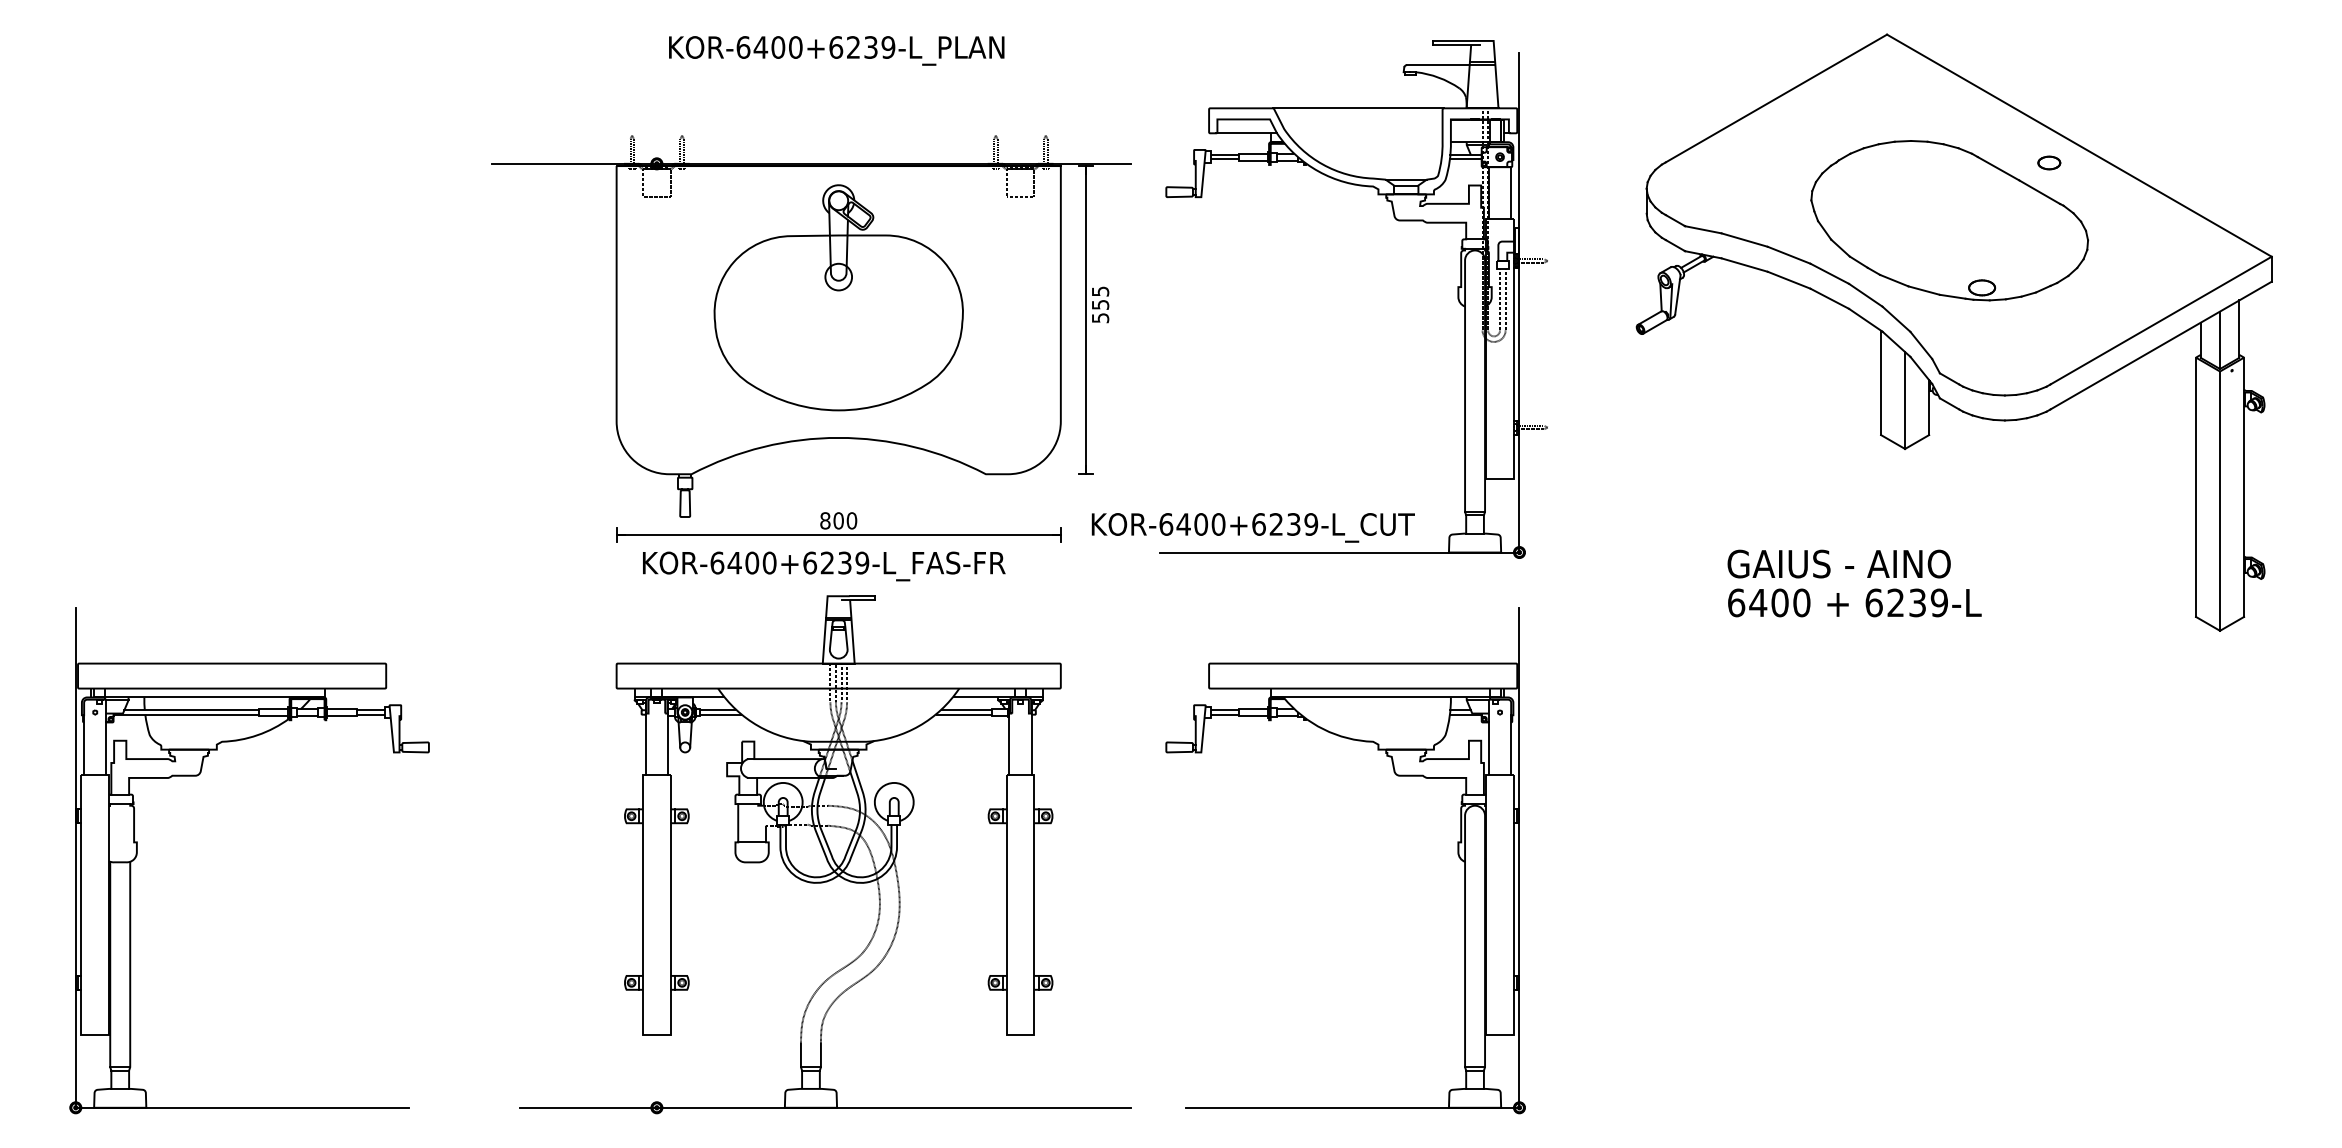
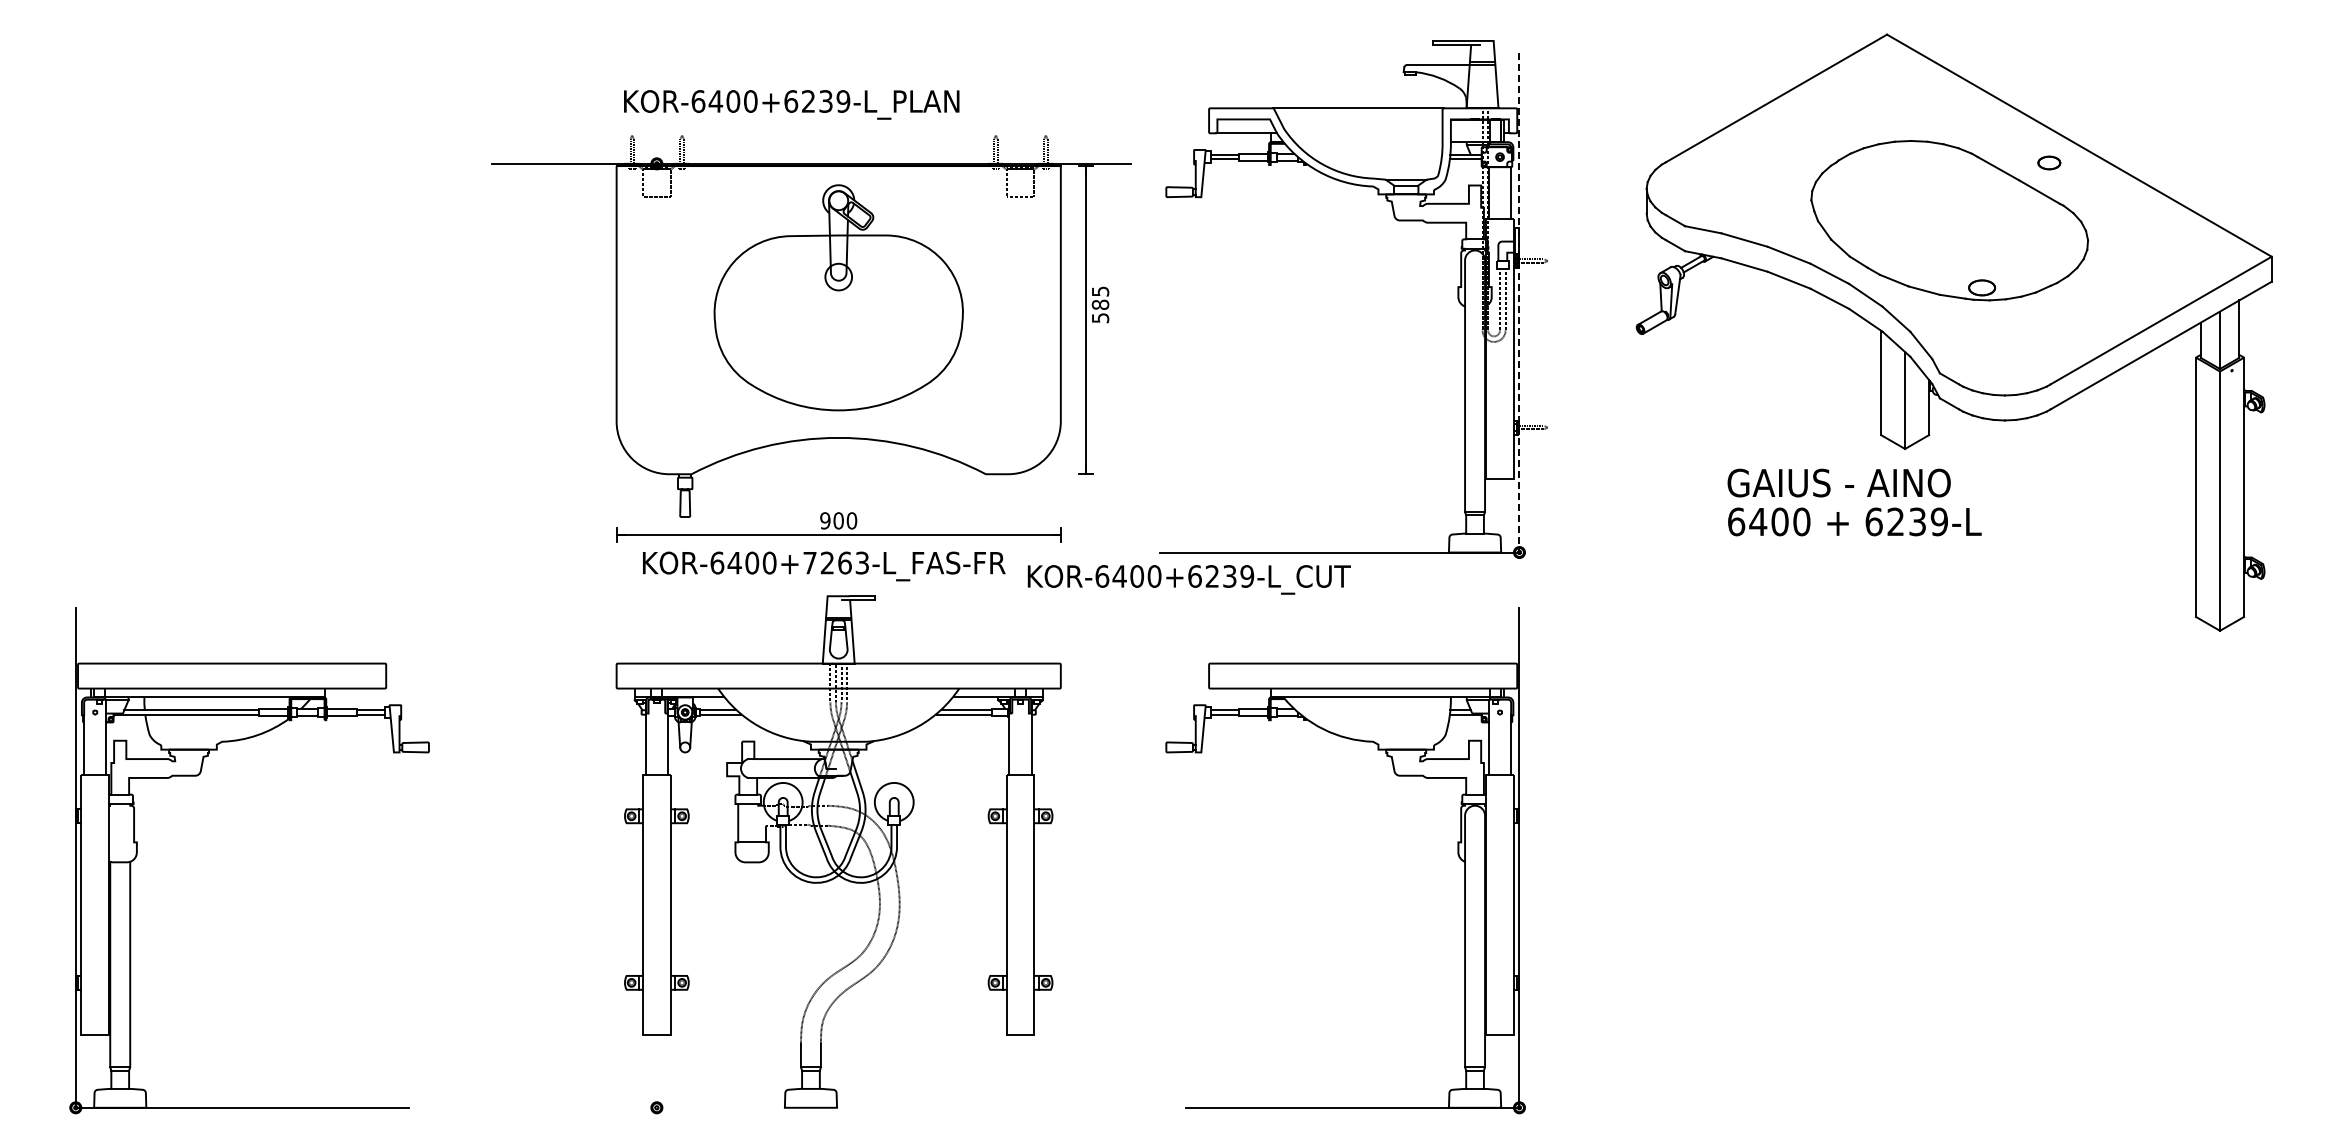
text at (836, 50) position: (836, 50) -> (791, 104)
line at (1519, 302): solid -> dashed
text at (1100, 304): 555 -> 585
text at (825, 520): 800 -> 900
text at (1252, 527) position: (1252, 527) -> (1188, 579)
text at (836, 562): KOR-6400+6239-L_FAS-FR -> KOR-6400+7263-L_FAS-FR
text at (1854, 583) position: (1854, 583) -> (1854, 502)
line at (825, 1107): present -> none
